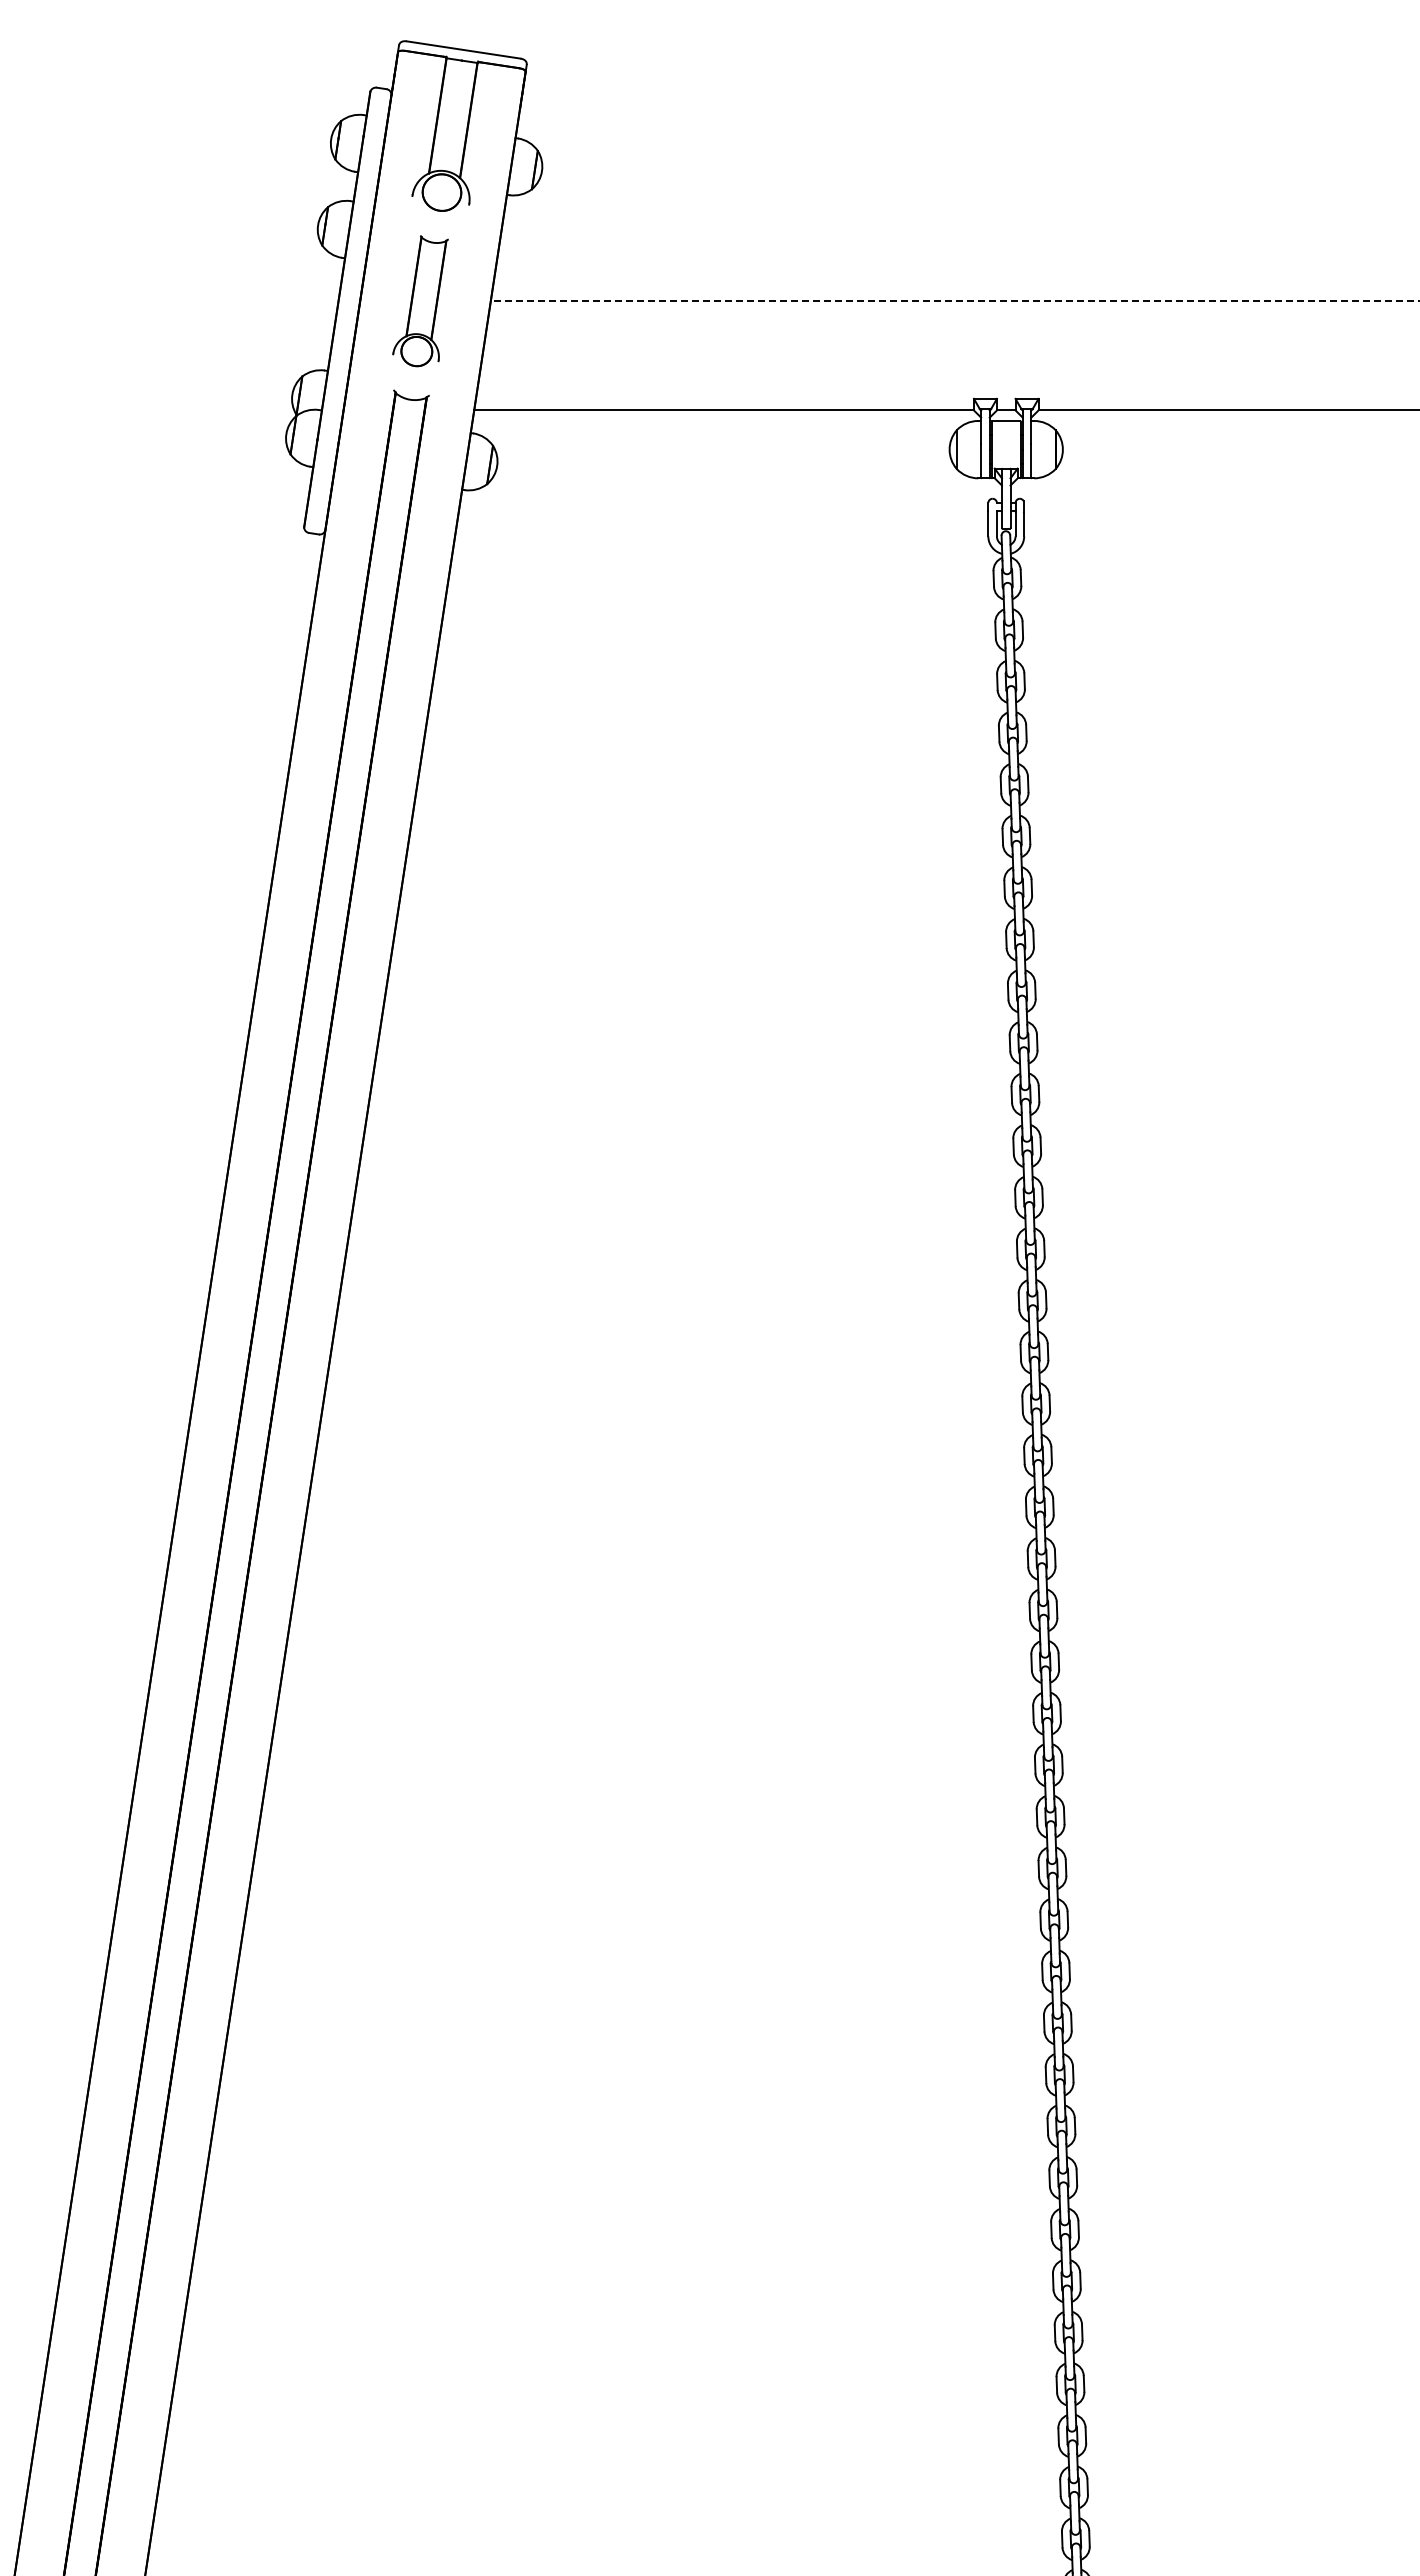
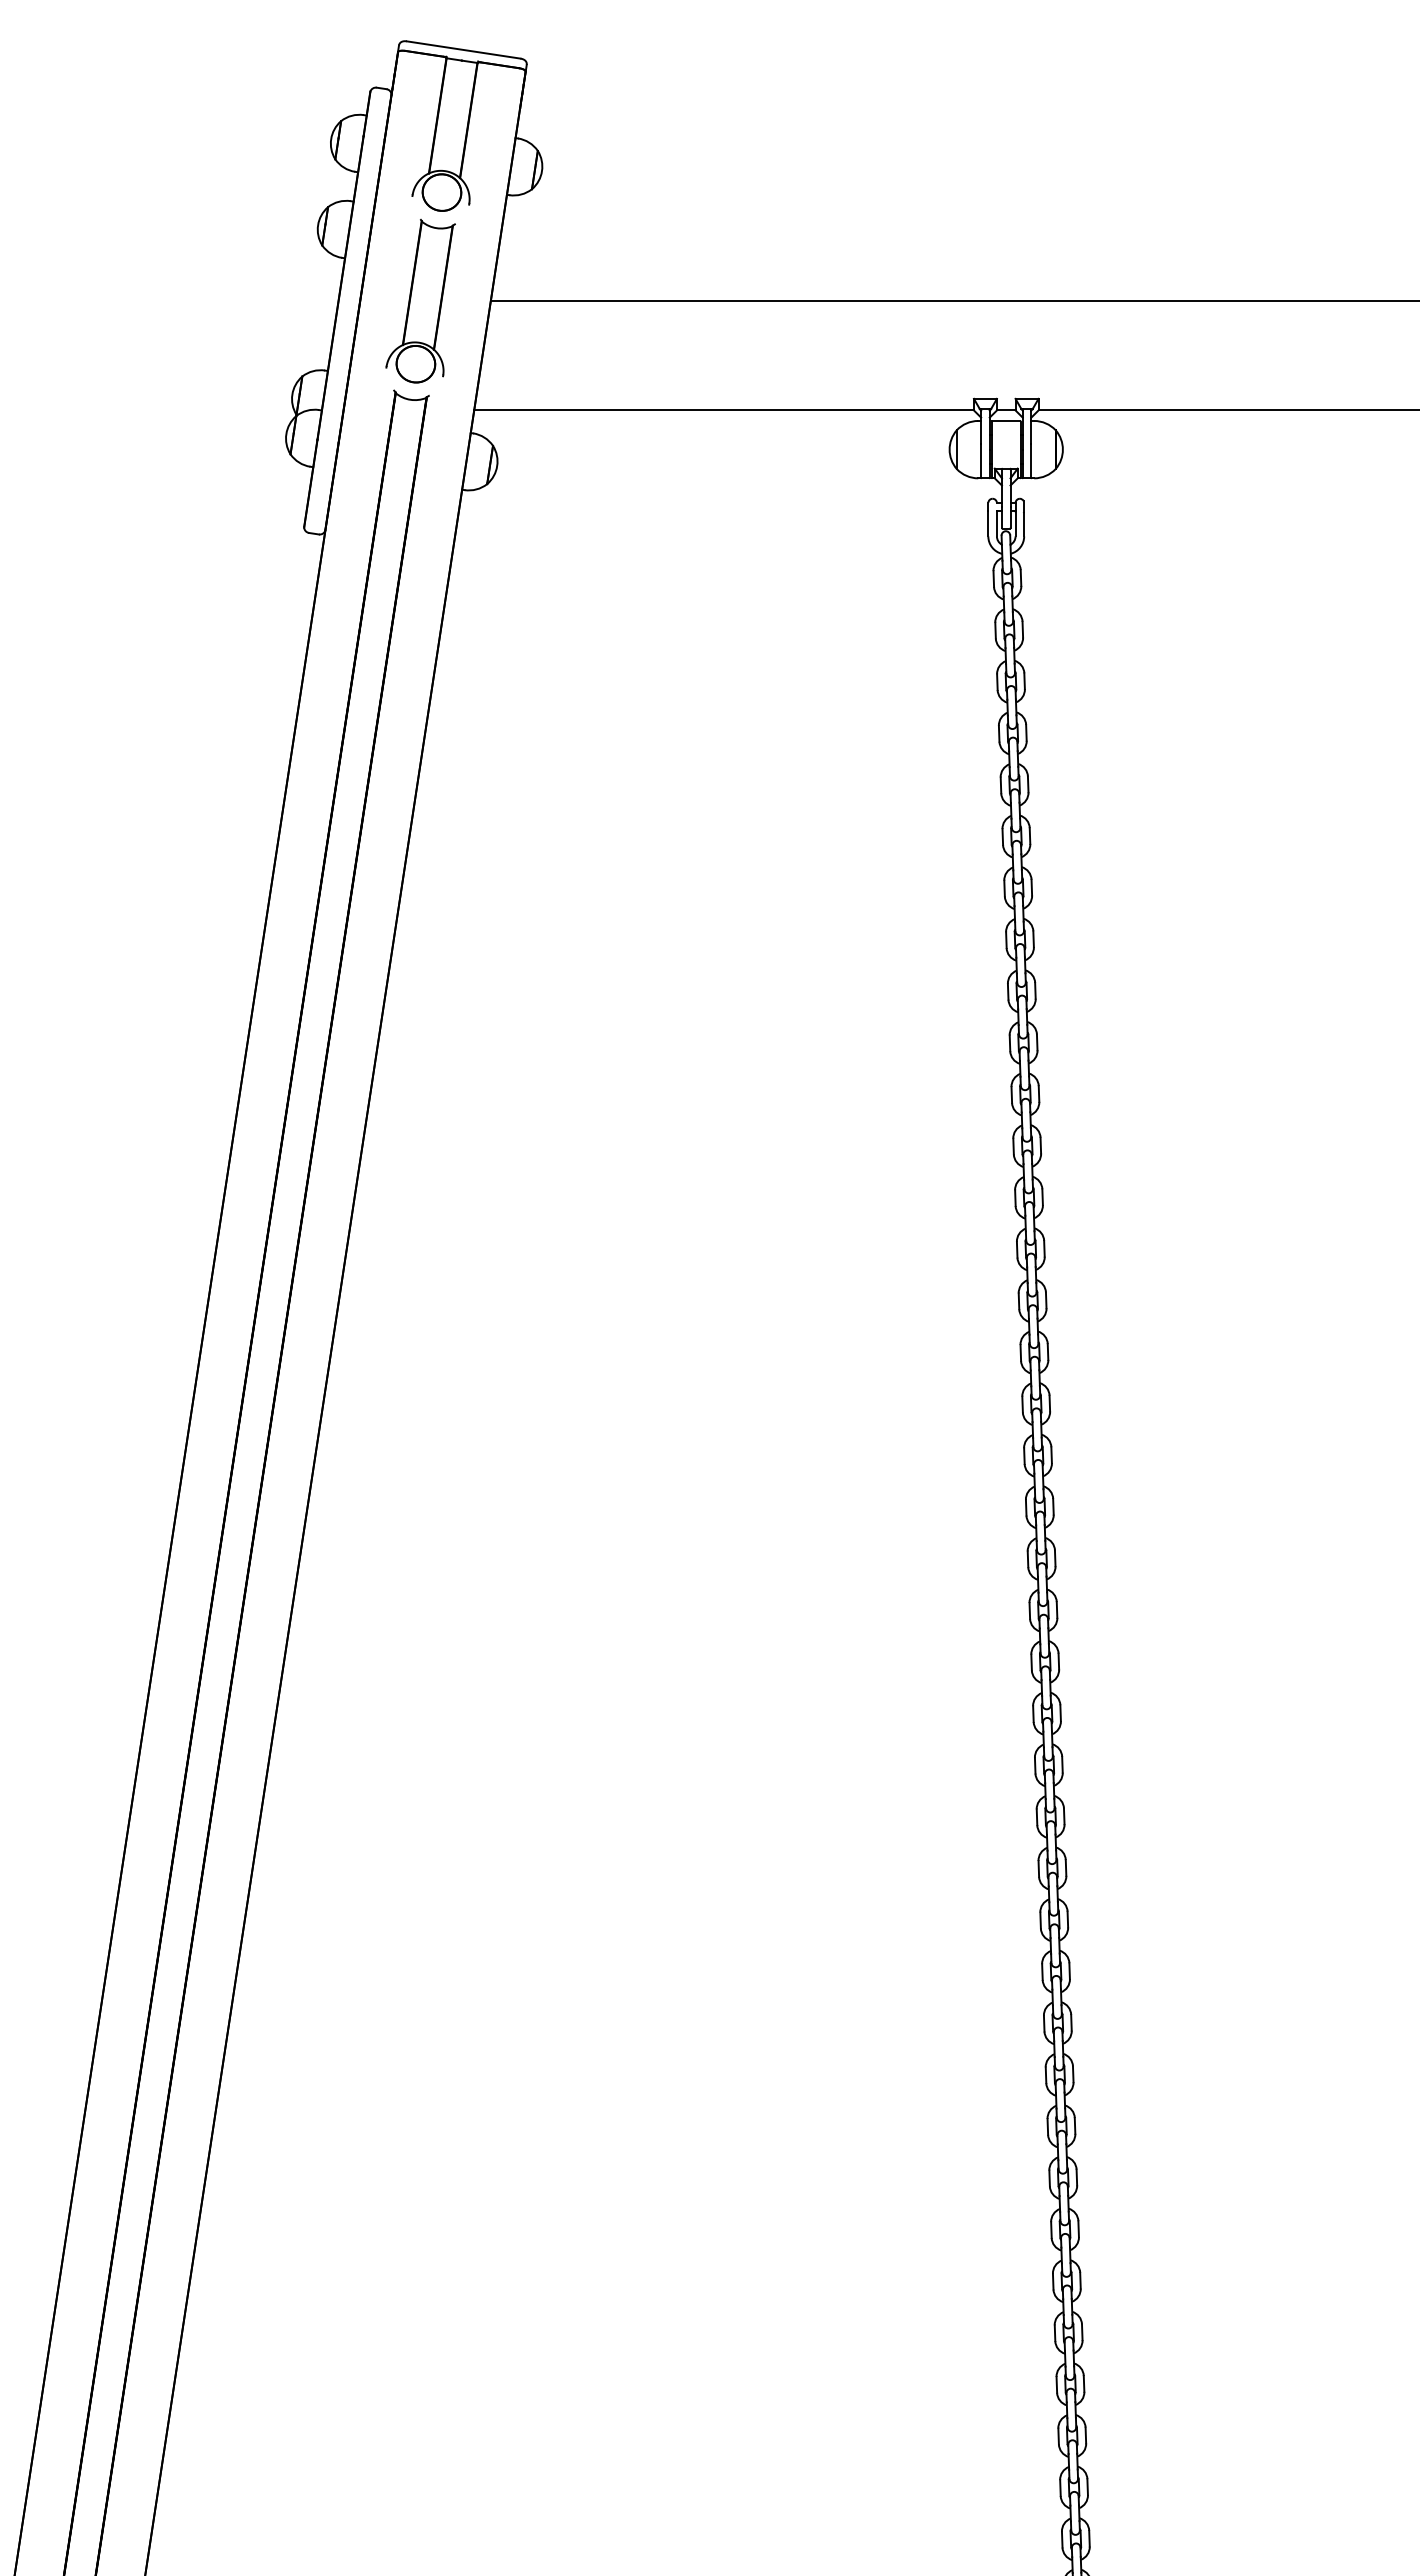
part at (420, 301) size: 57x133 px -> 71x166 px
line at (954, 301): dashed -> solid
